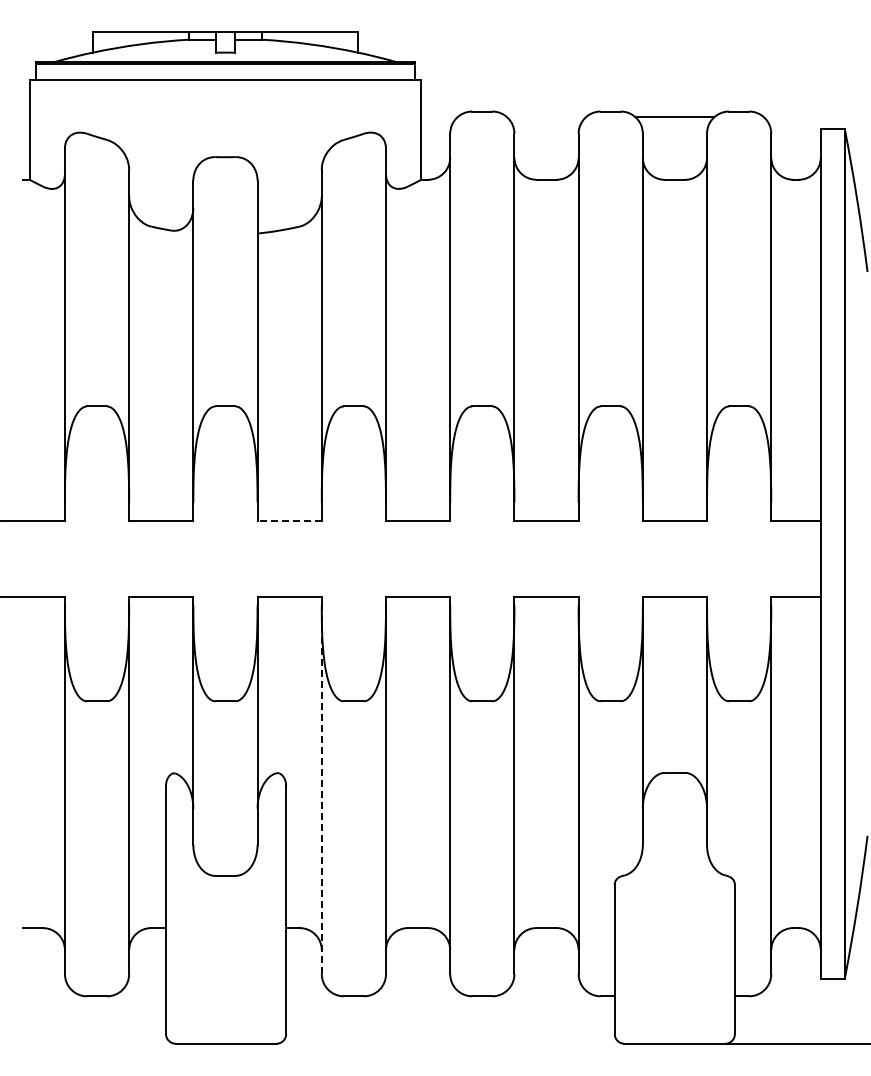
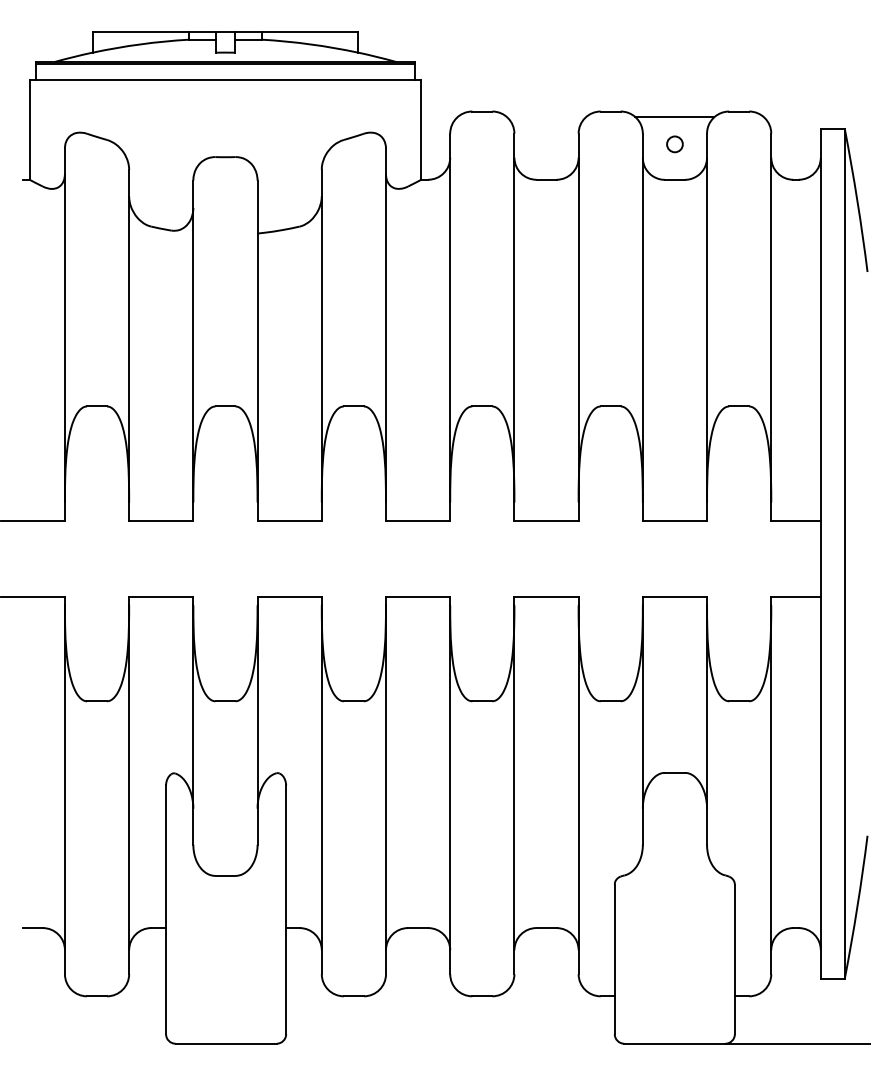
circle at (674, 144): none -> present
line at (289, 520): dashed -> solid
line at (321, 789): dashed -> solid
